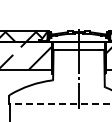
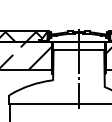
line at (59, 103): dashed -> solid
